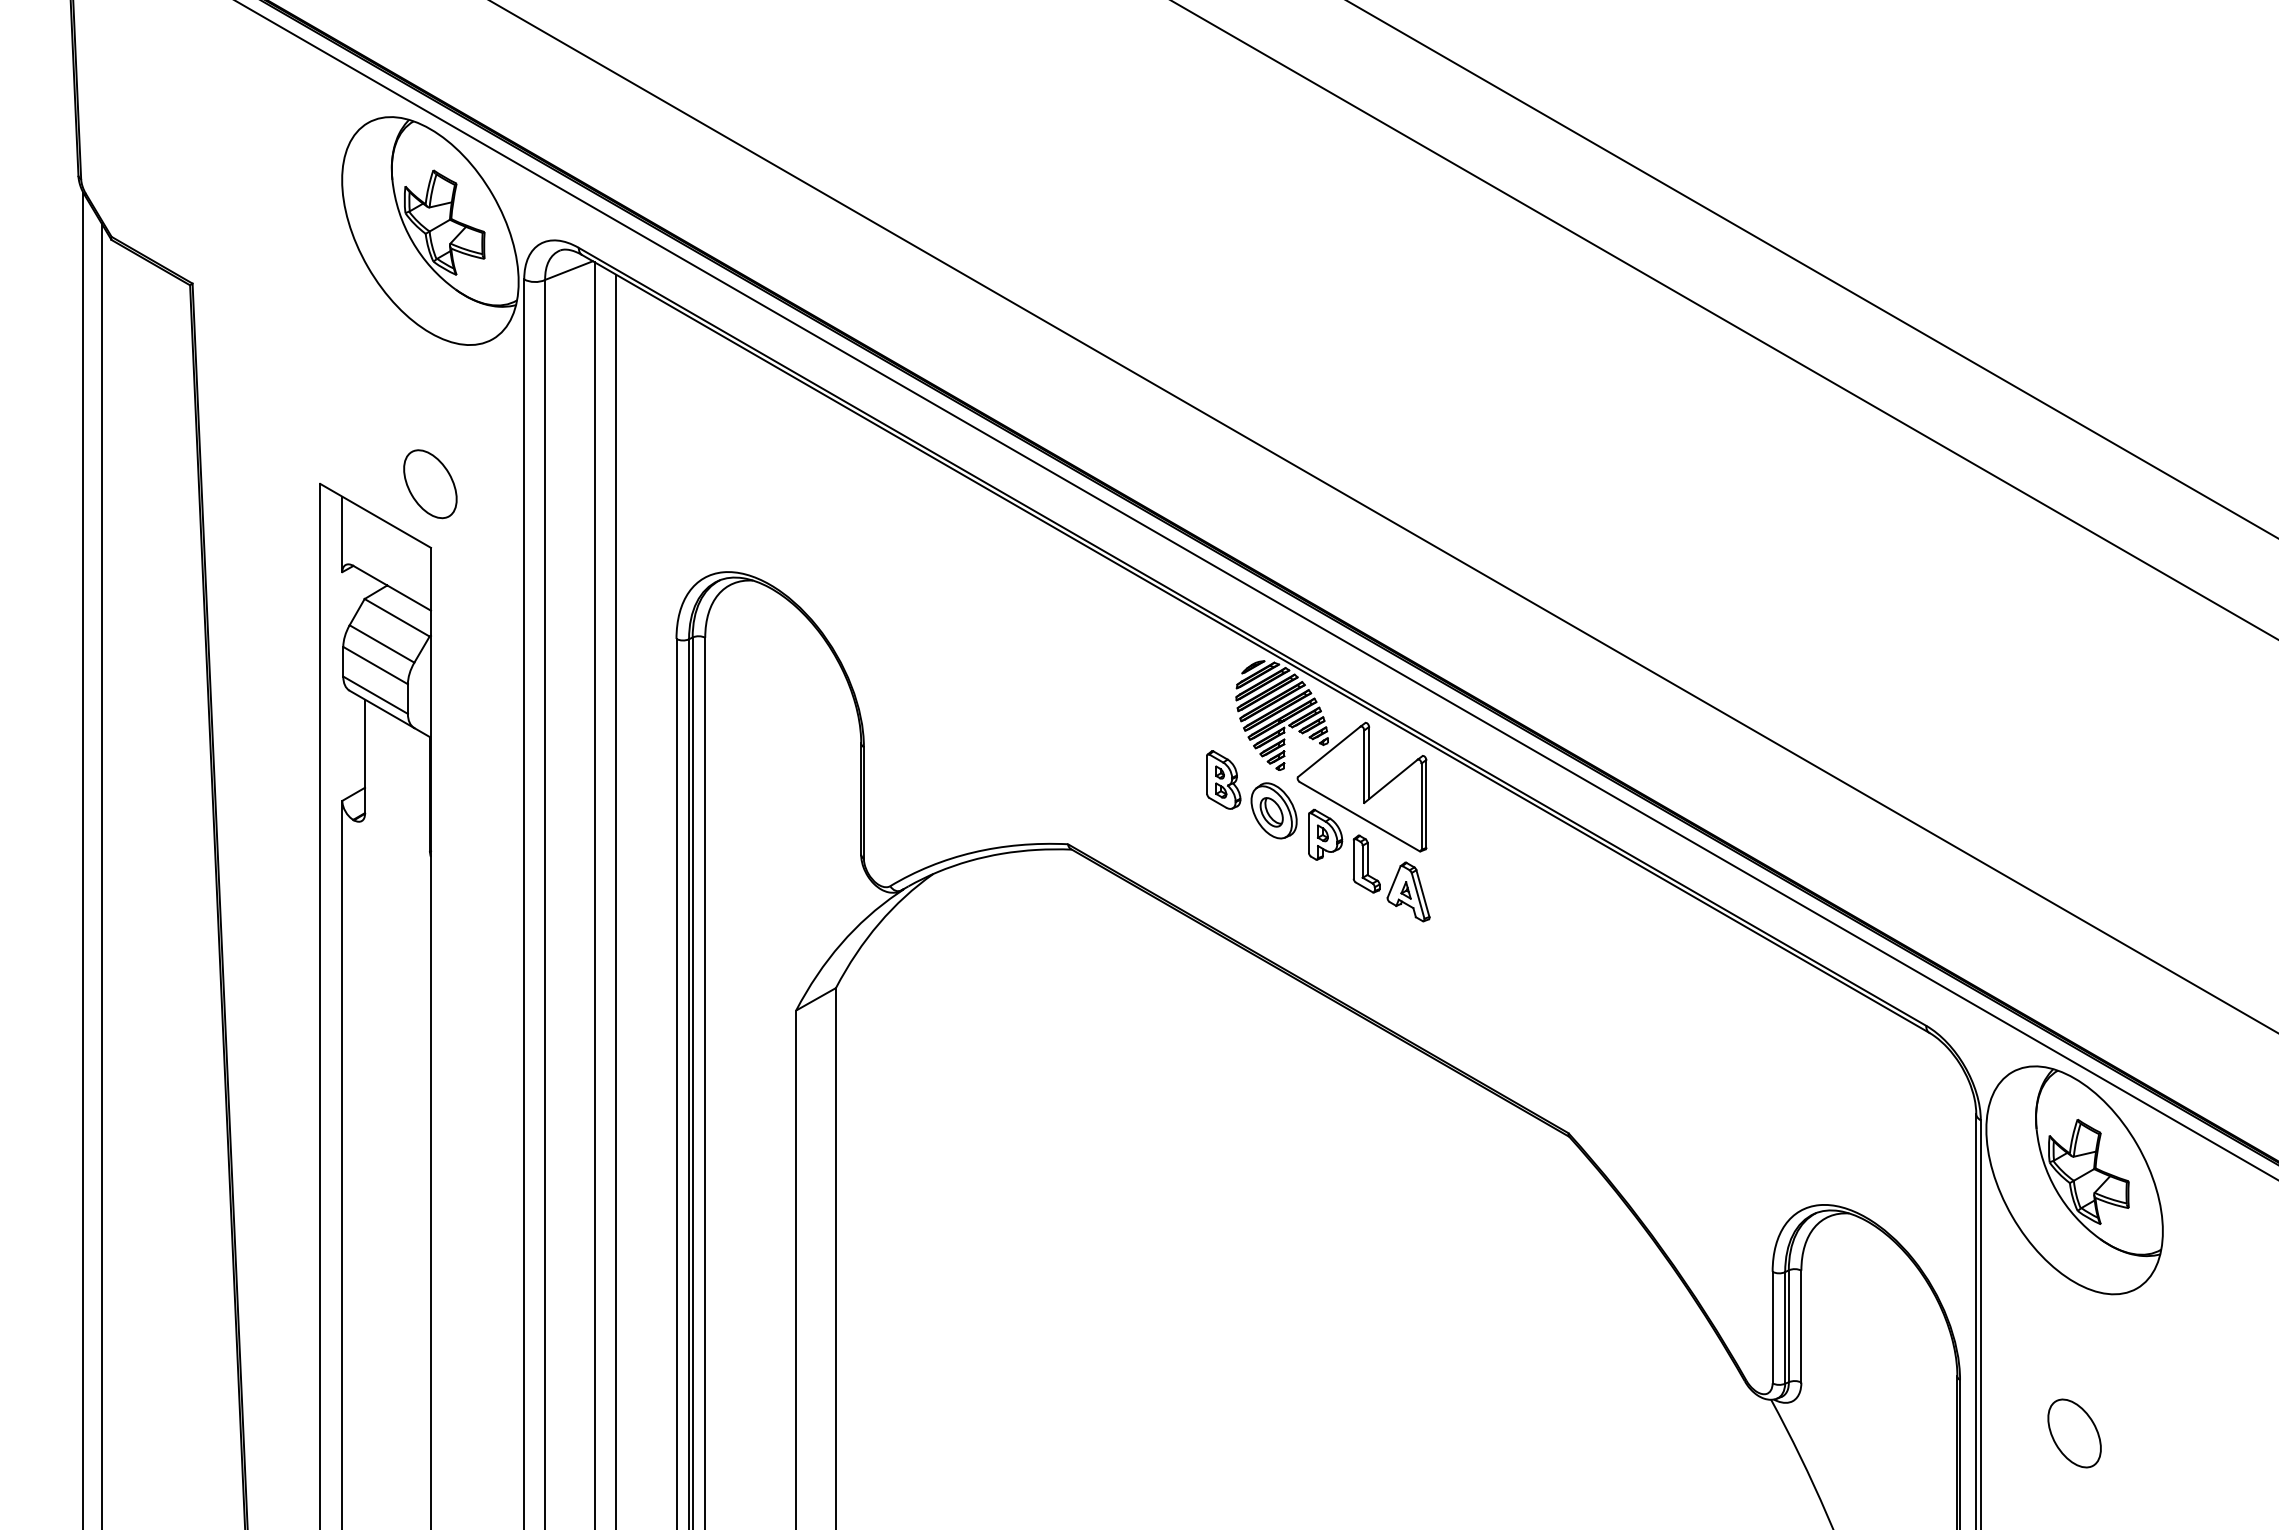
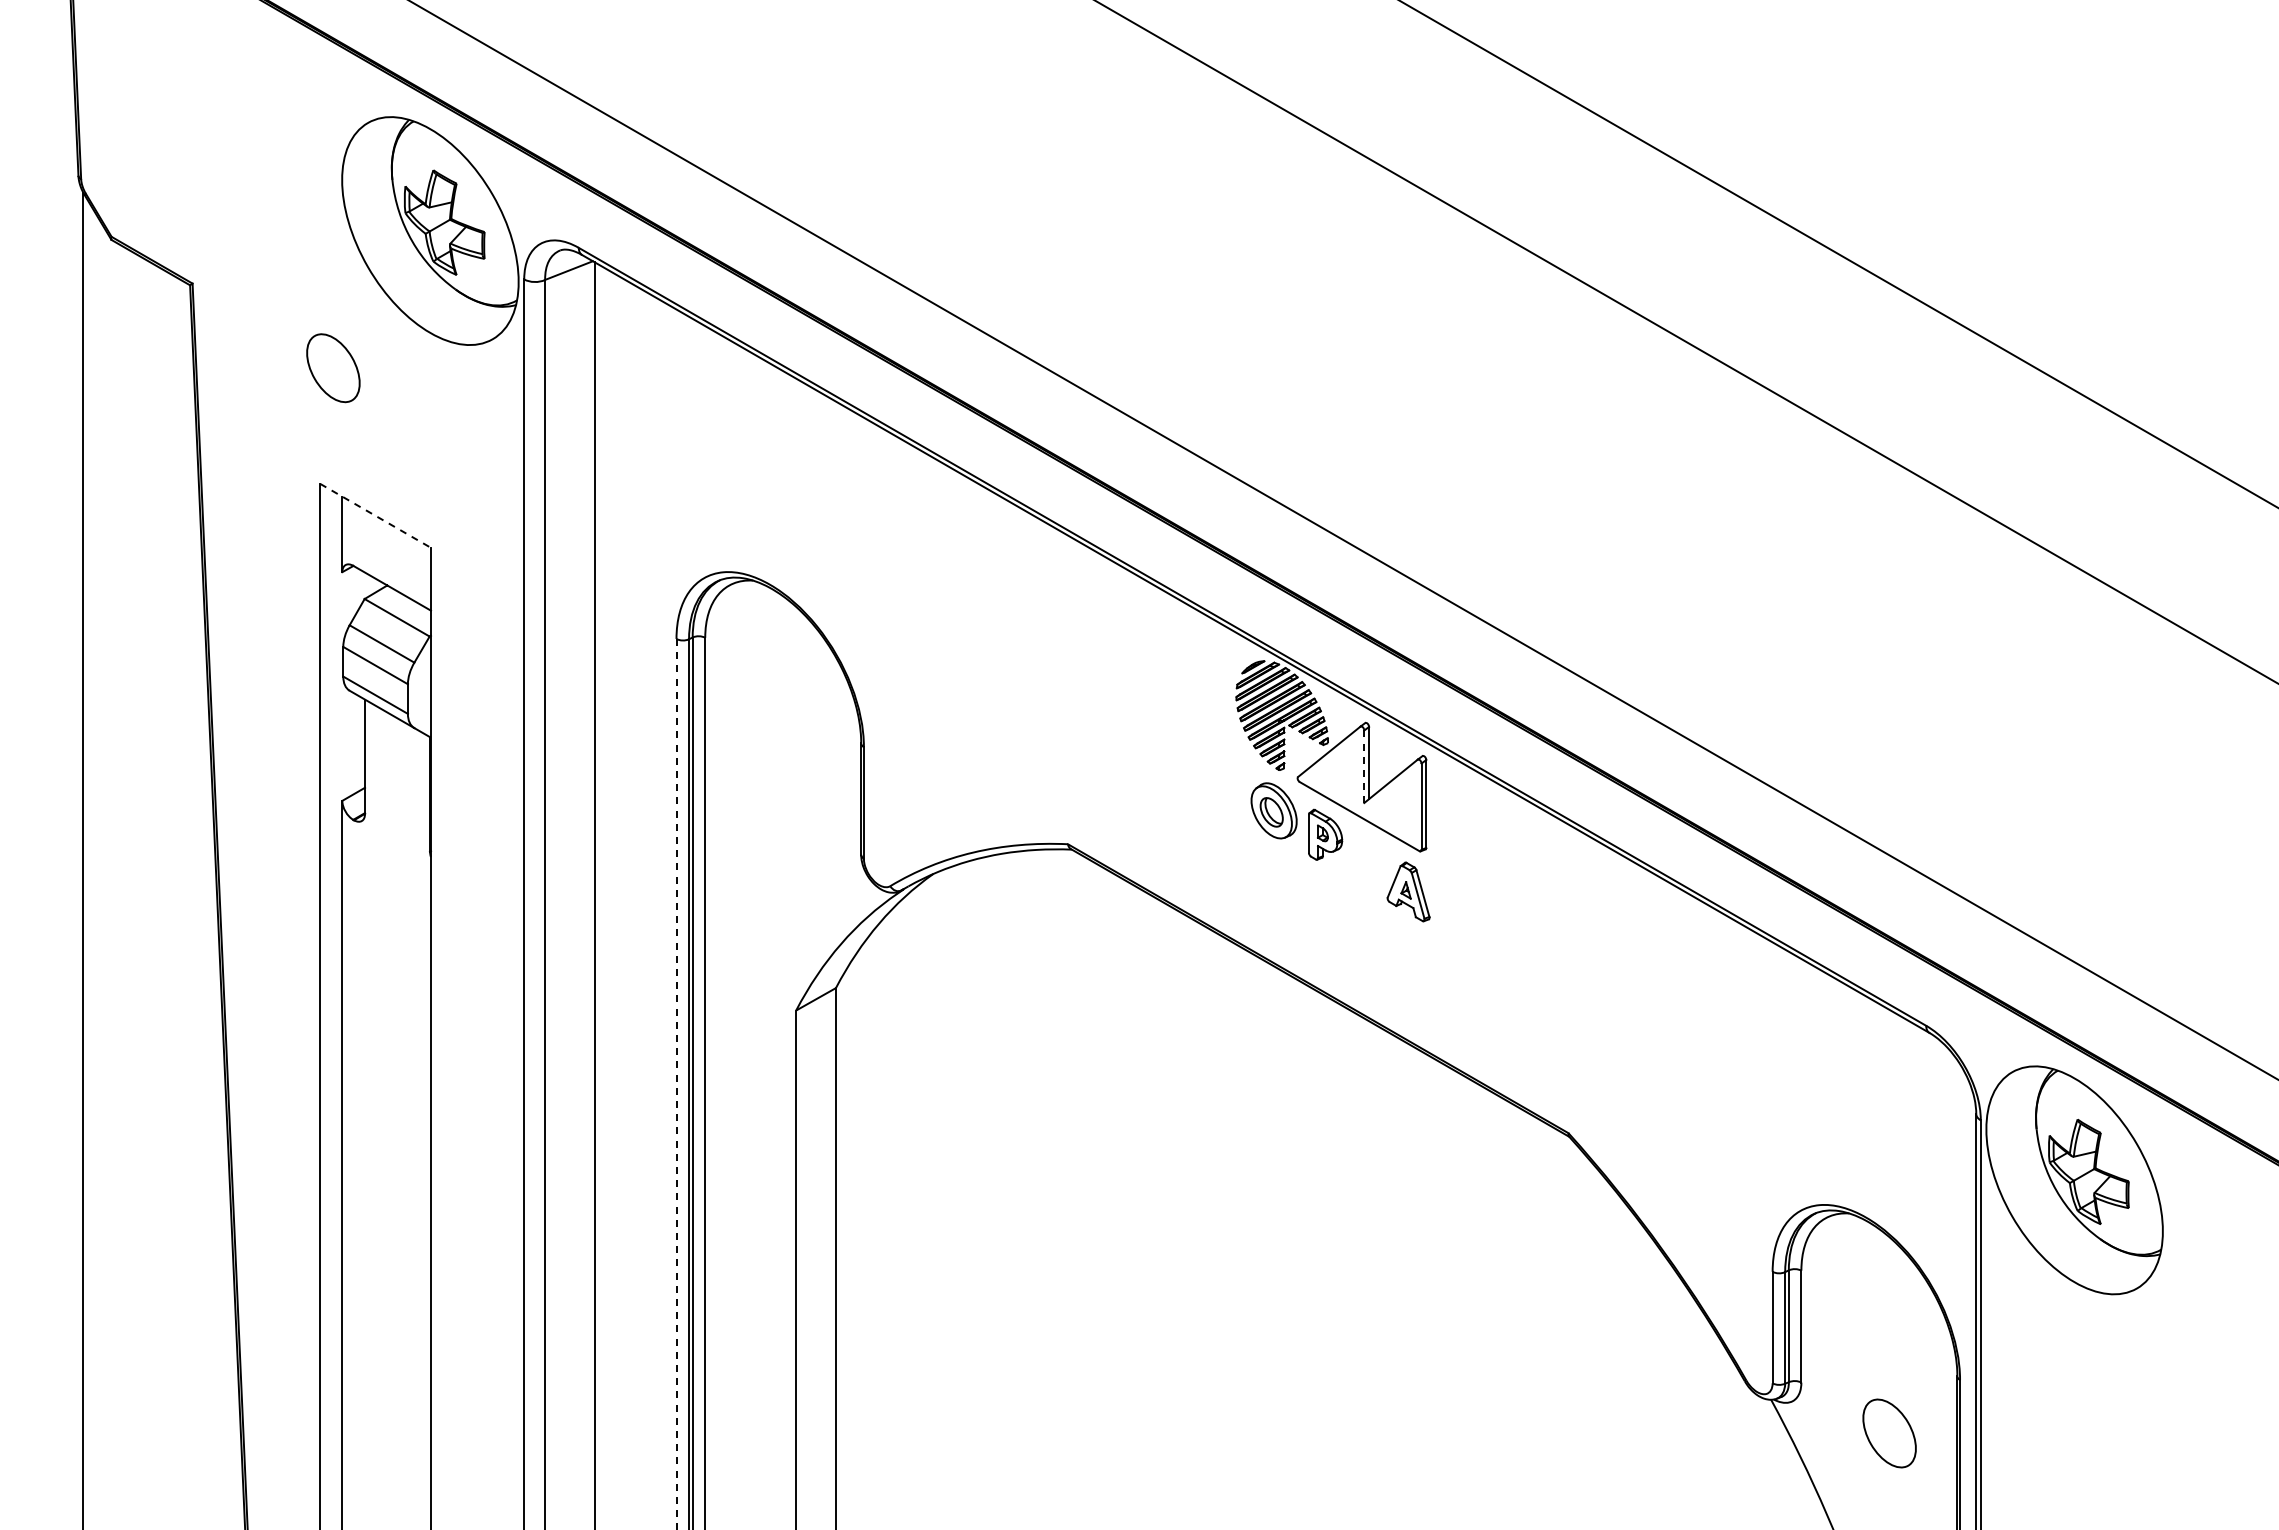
line at (1812, 269) position: (1812, 269) -> (1838, 254)
line at (1724, 320) position: (1724, 320) -> (1686, 342)
part at (430, 484) position: (430, 484) -> (333, 368)
line at (375, 515): solid -> dashed
line at (1383, 516) position: (1383, 516) -> (1343, 540)
line at (1256, 590): present -> none
line at (1364, 767): solid -> dashed
part at (1223, 779): present -> none
part at (1366, 863): present -> none
line at (101, 874): present -> none
line at (615, 900): present -> none
line at (676, 1084): solid -> dashed
part at (2074, 1433) position: (2074, 1433) -> (1889, 1433)
